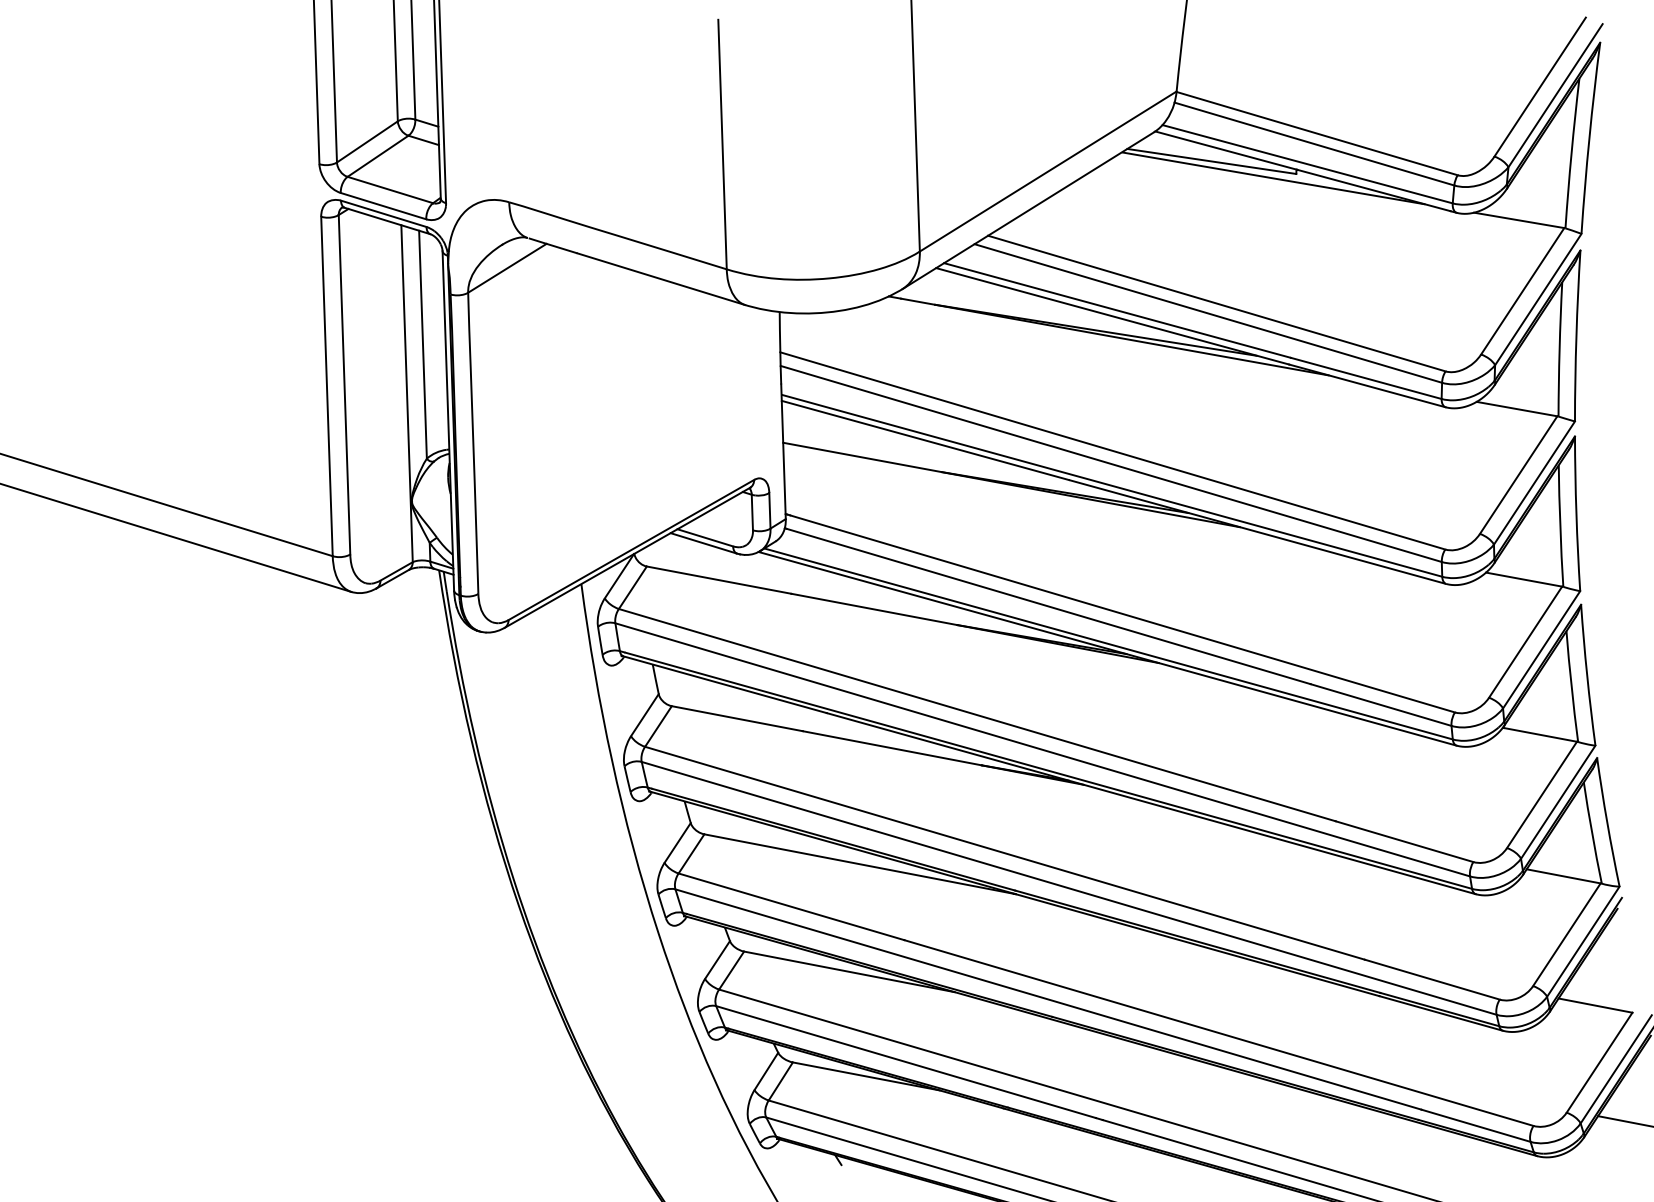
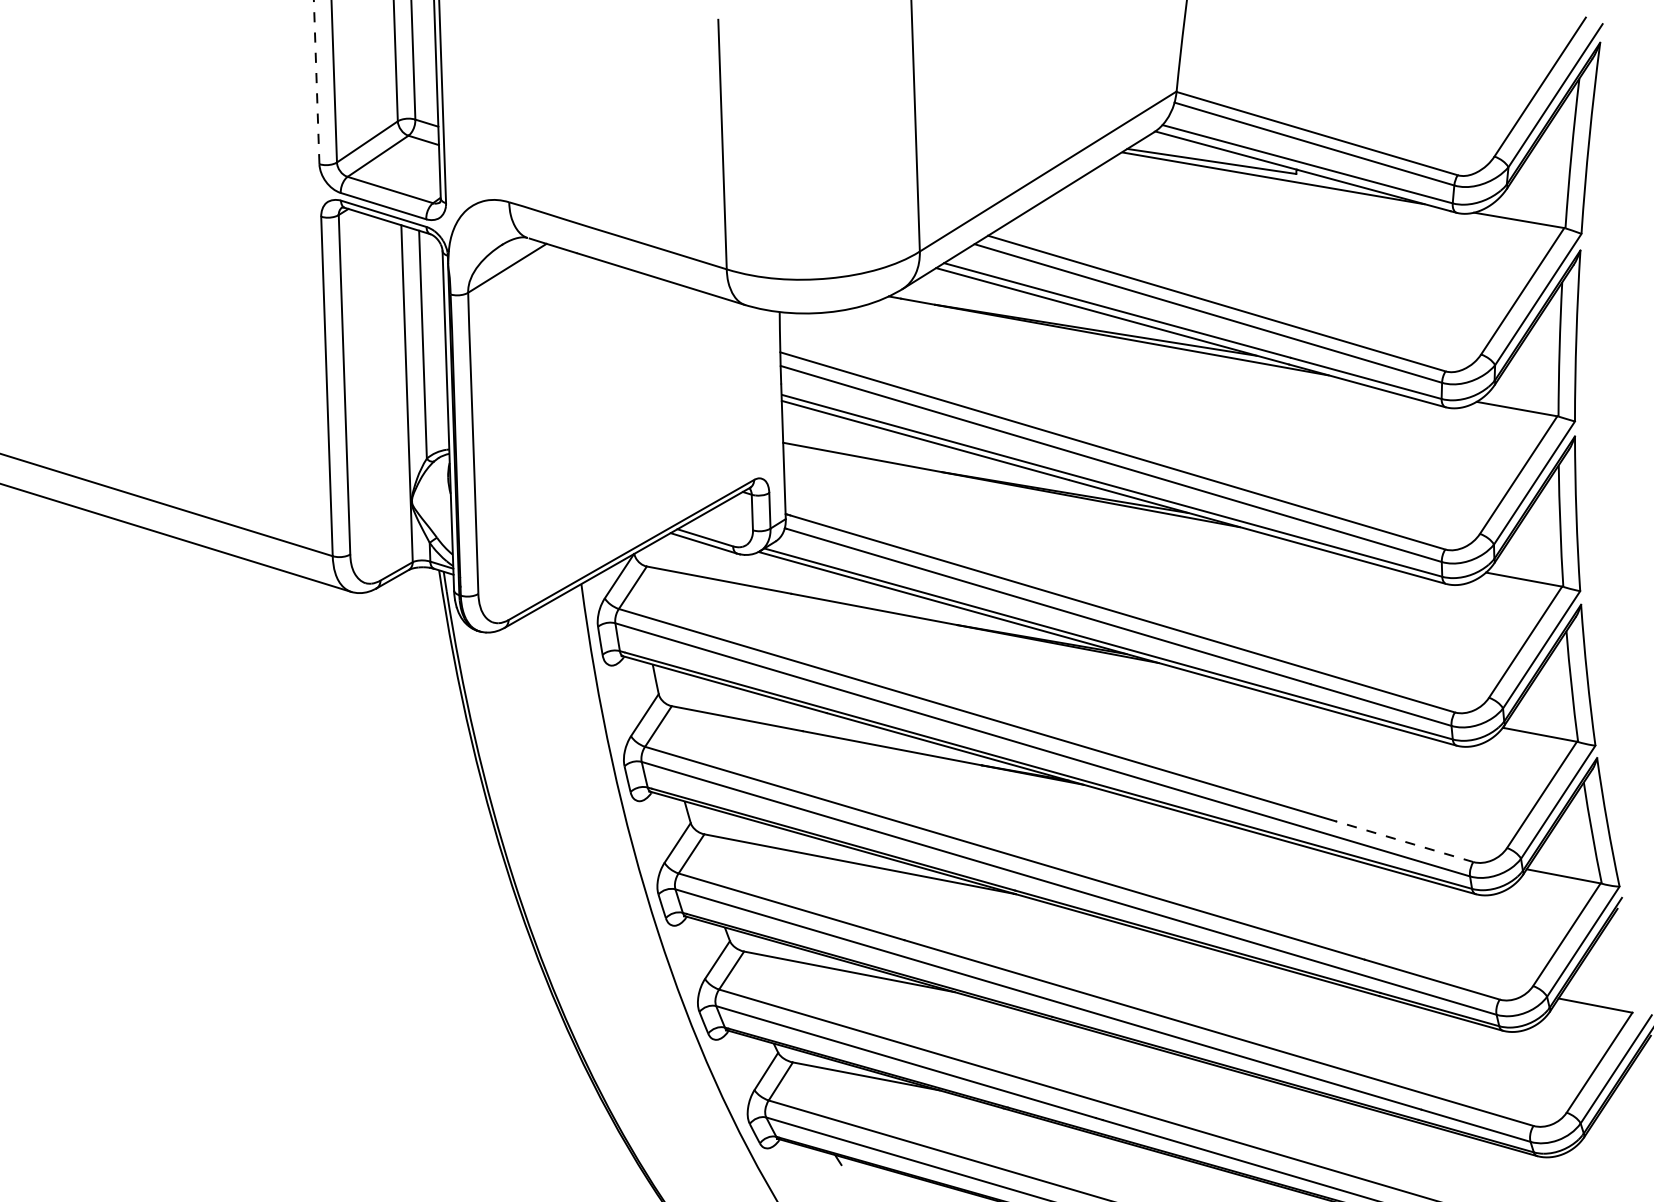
line at (316, 82): solid -> dashed
line at (1404, 841): solid -> dashed
line at (1624, 1121): present -> none
